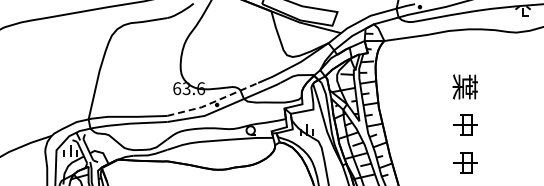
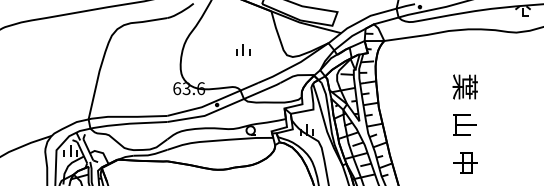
part at (243, 49): none -> present
line at (214, 101): dashed -> solid
text at (465, 124): 中 -> 山
